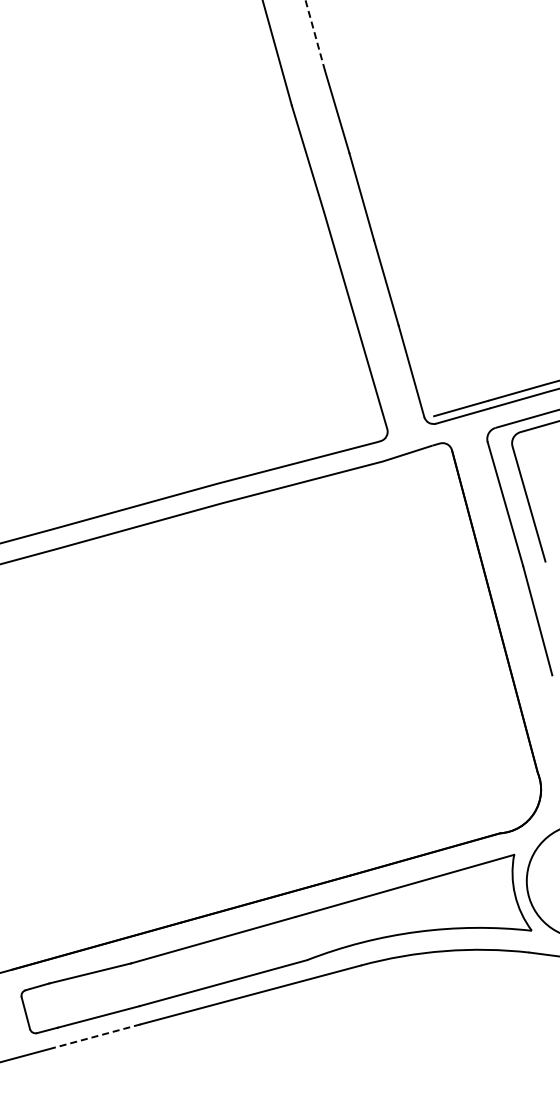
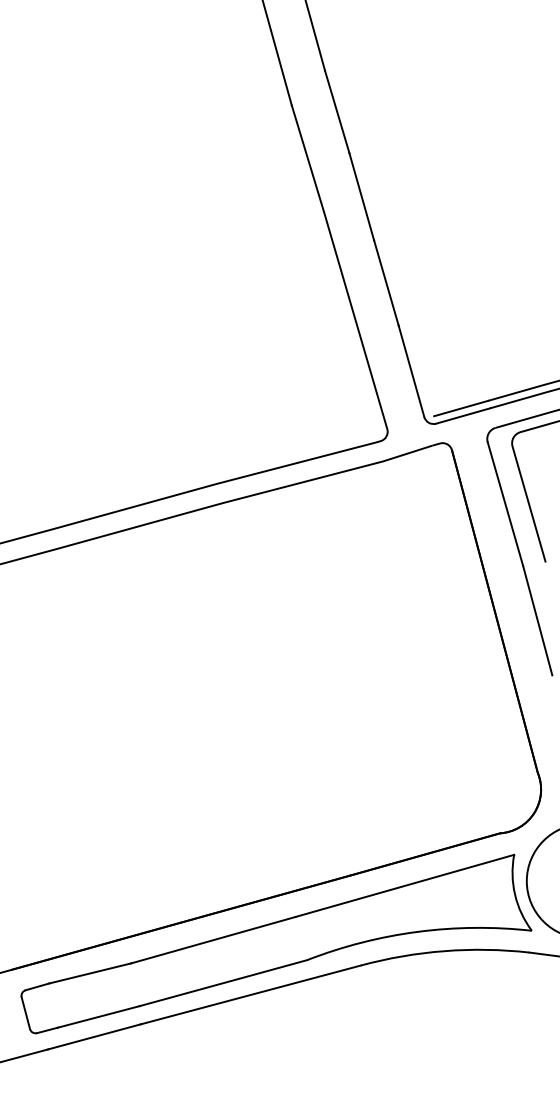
line at (315, 35): dashed -> solid
line at (94, 1036): dashed -> solid
